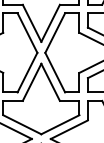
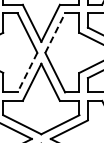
line at (55, 32): solid -> dashed
line at (27, 73): solid -> dashed
